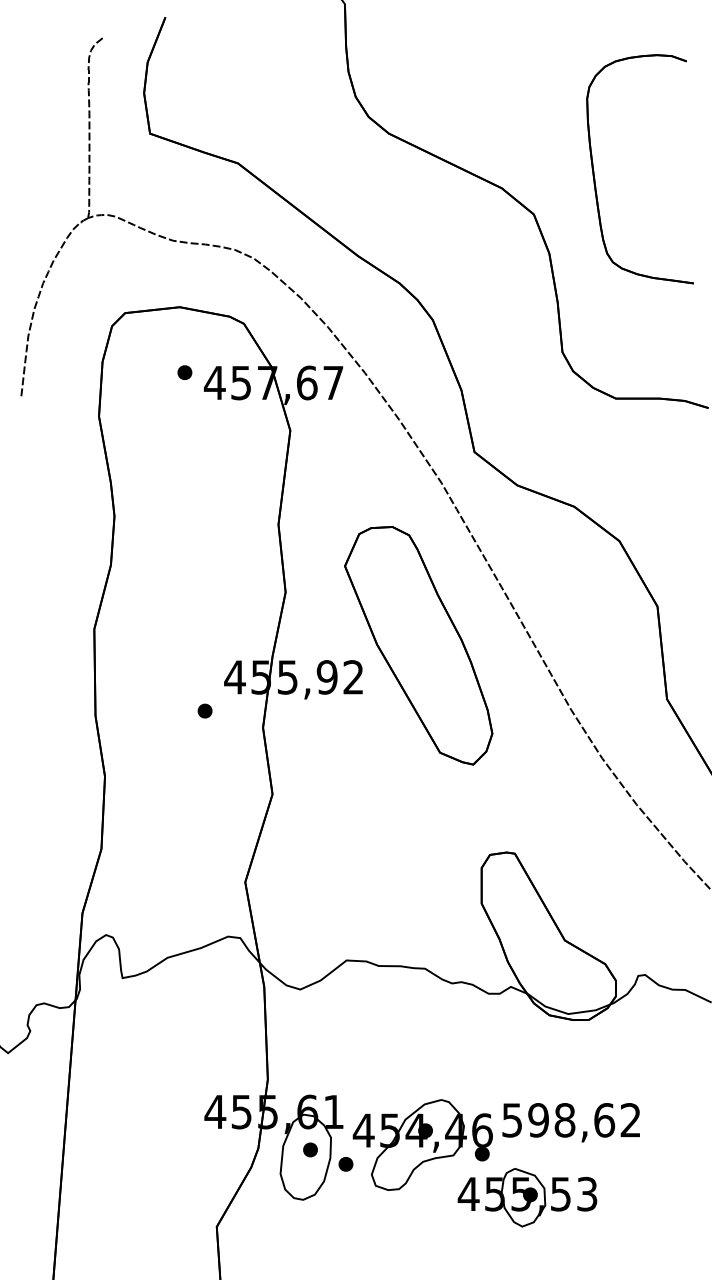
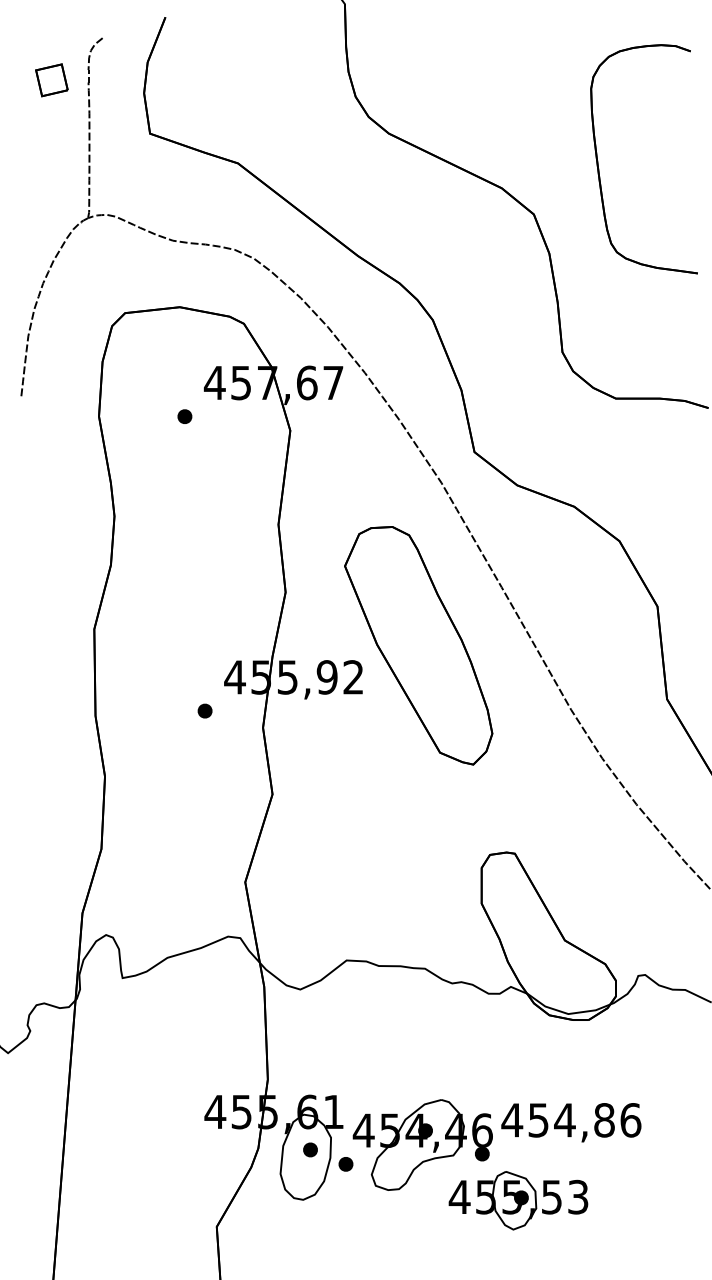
part at (51, 80): none -> present
part at (595, 178) position: (595, 178) -> (599, 168)
part at (184, 372) position: (184, 372) -> (184, 416)
text at (571, 1120): 598,62 -> 454,86
part at (527, 1197) position: (527, 1197) -> (518, 1200)
